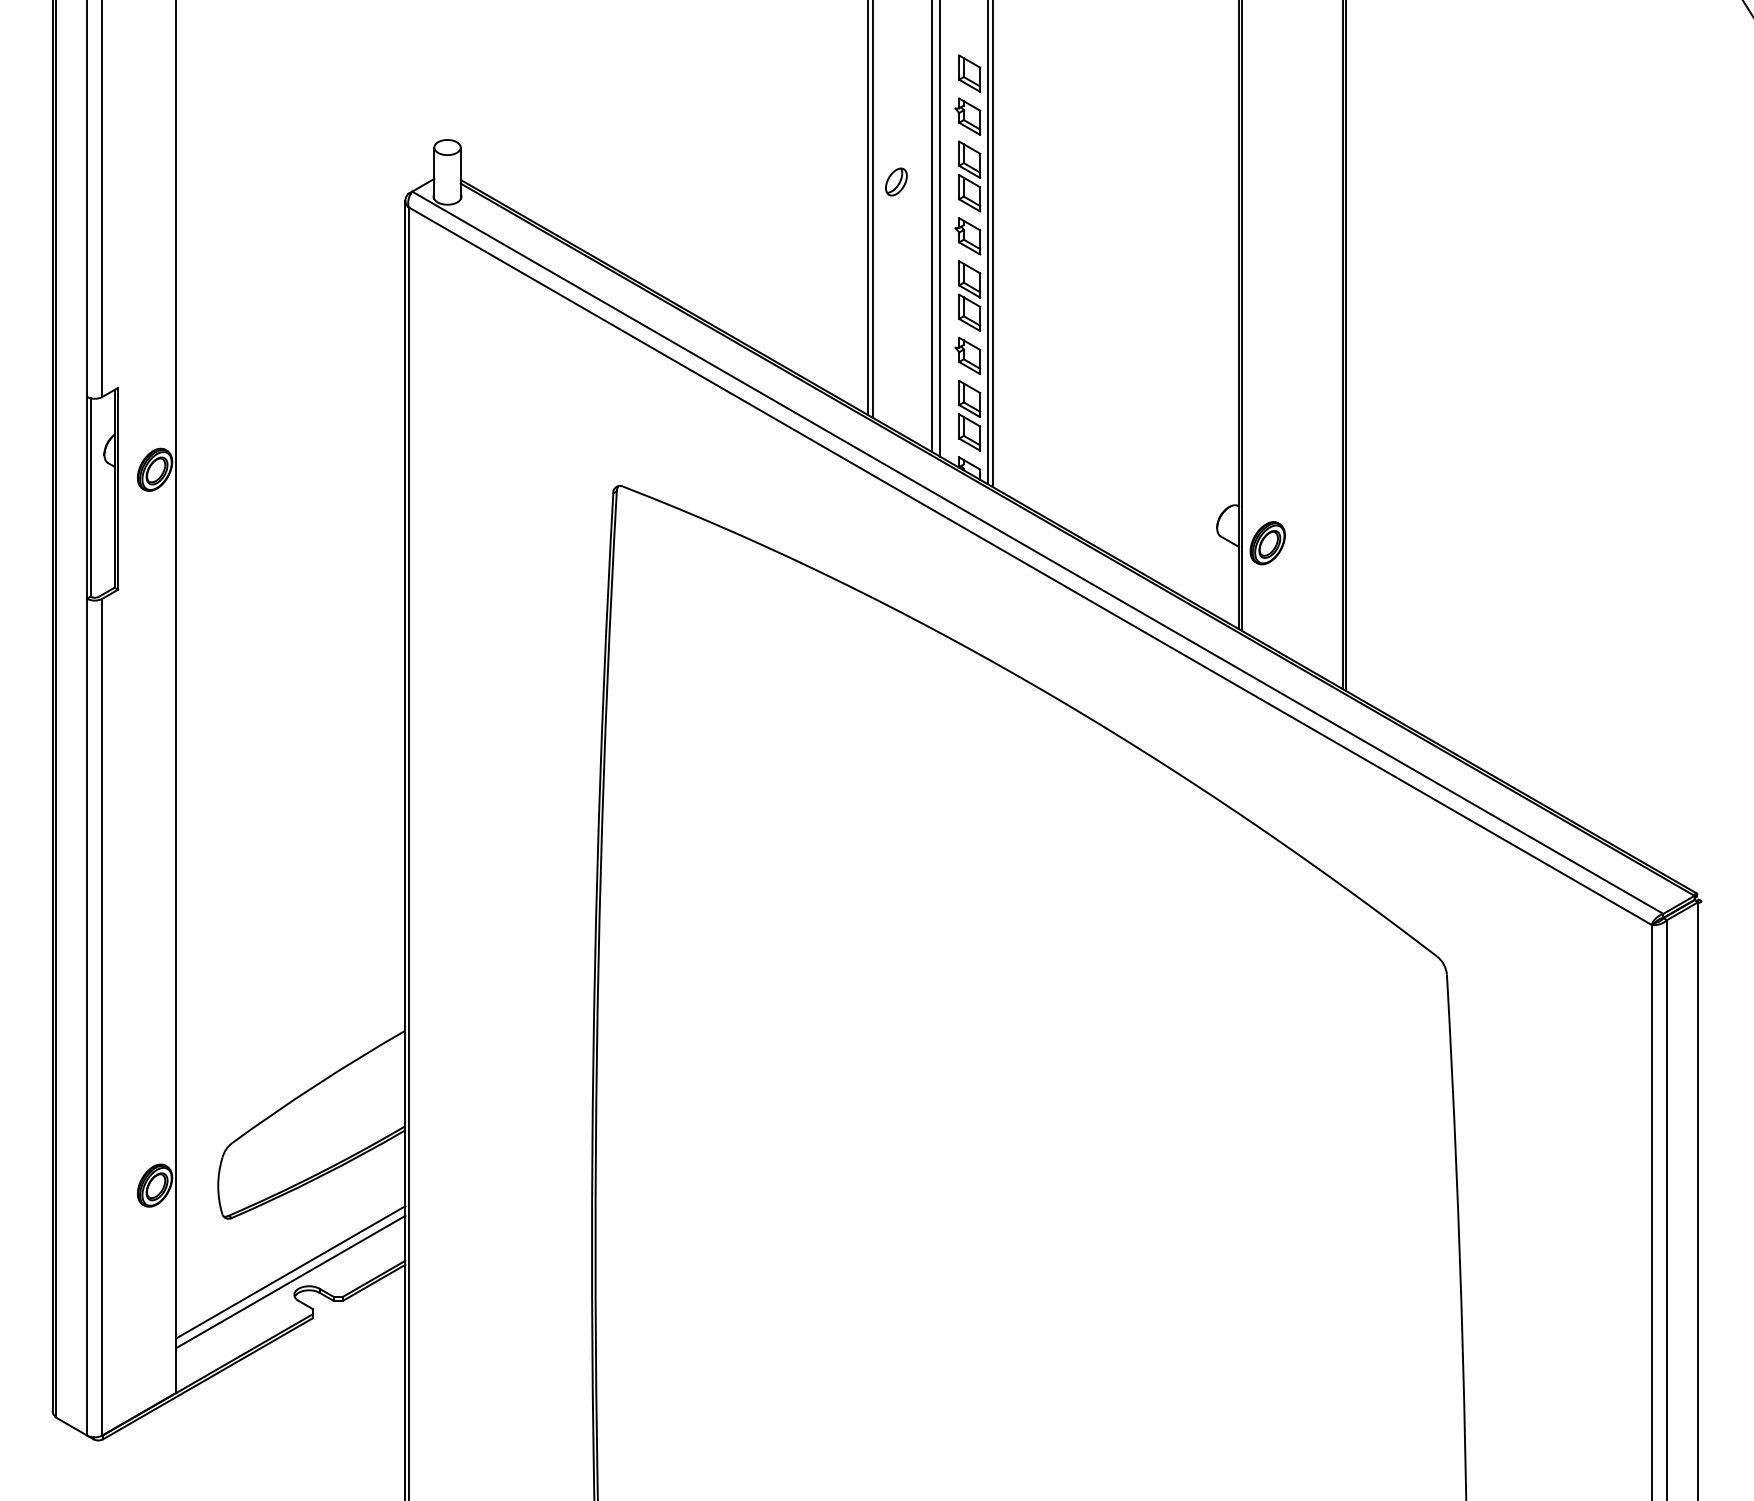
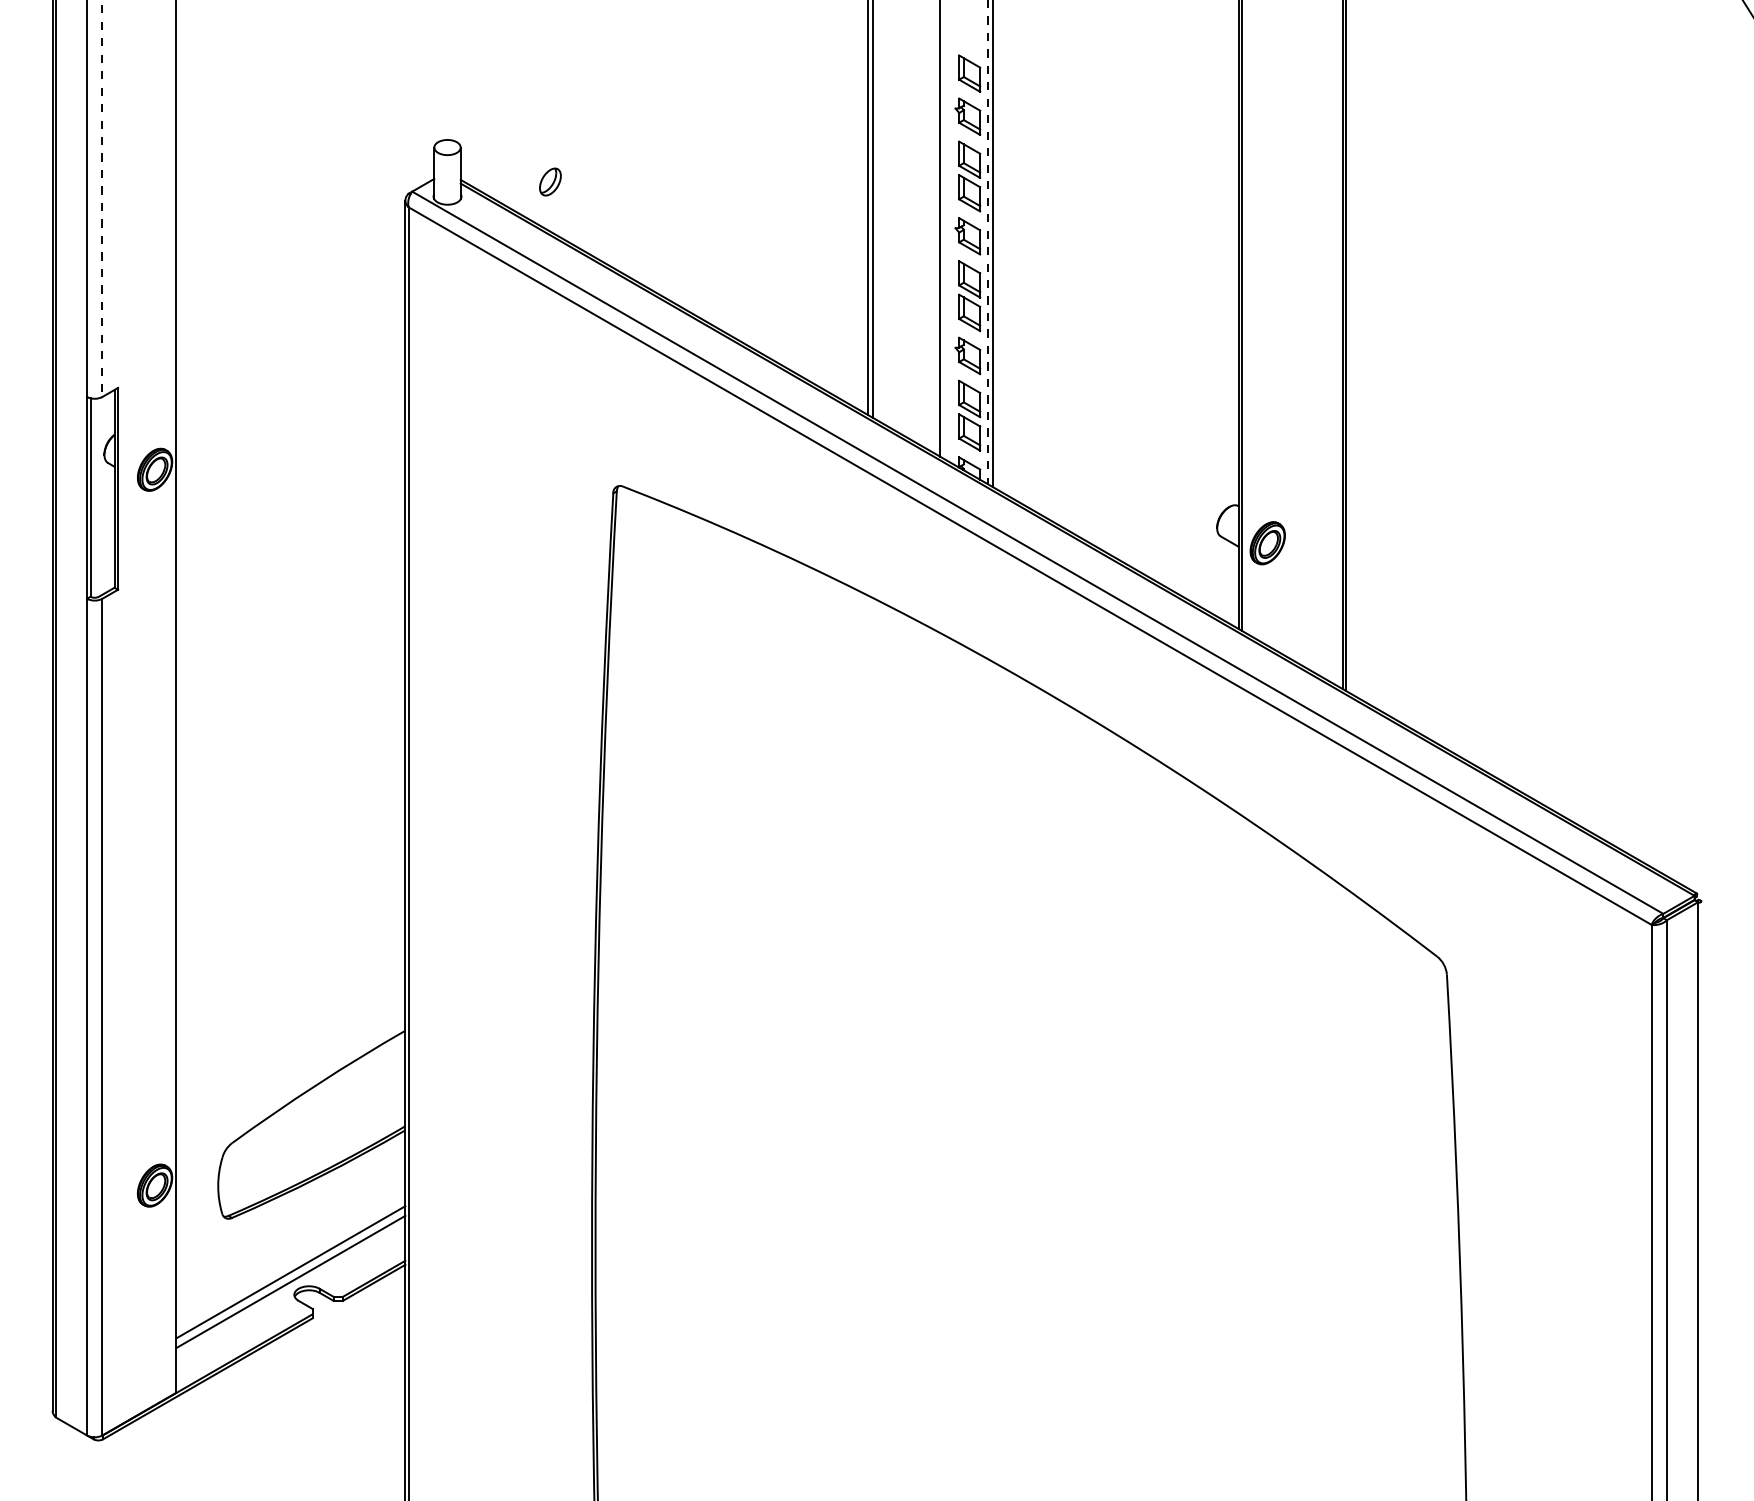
part at (896, 181) position: (896, 181) -> (550, 181)
line at (102, 199): solid -> dashed
line at (931, 226): present -> none
line at (988, 242): solid -> dashed
